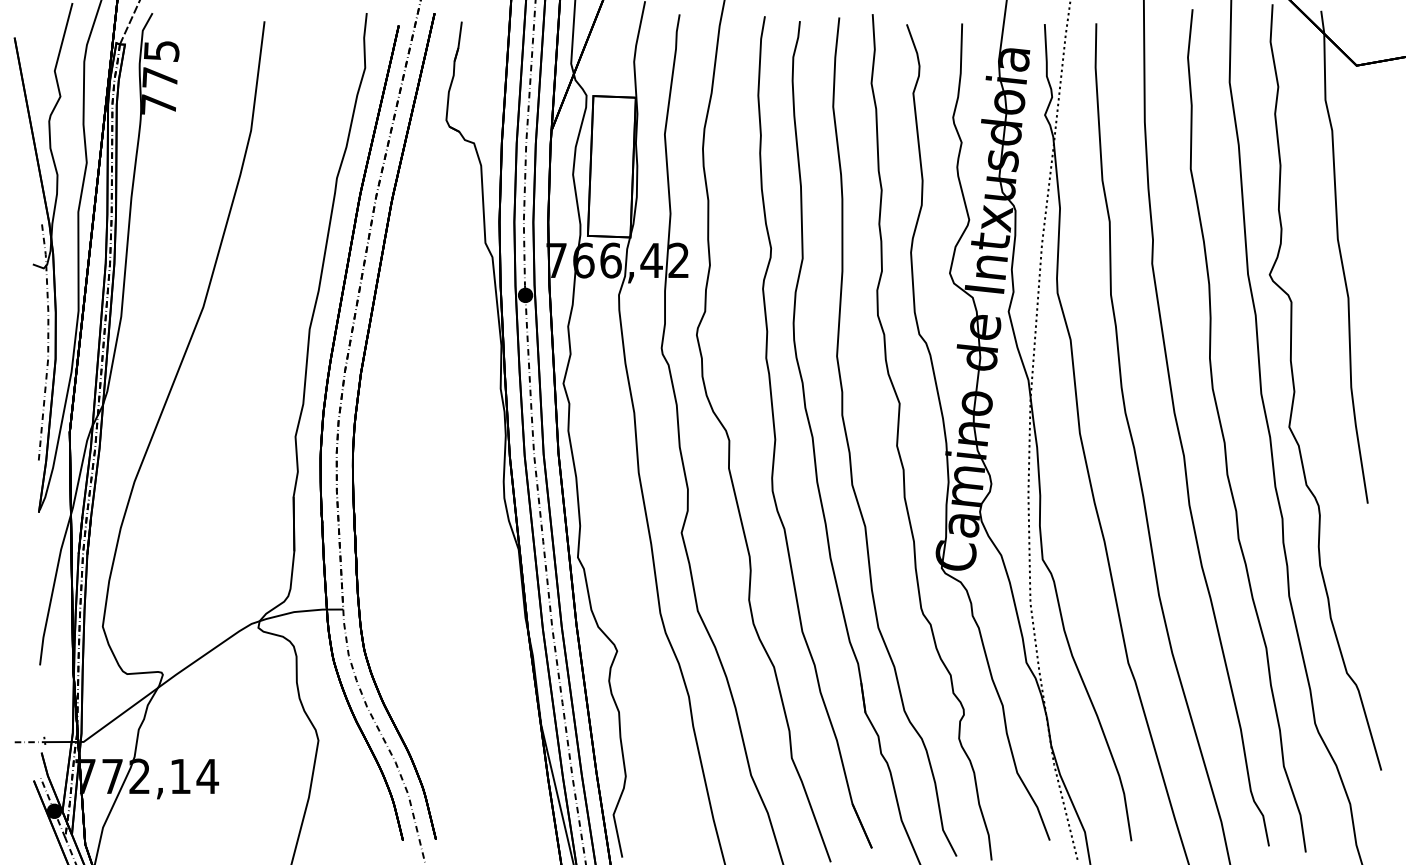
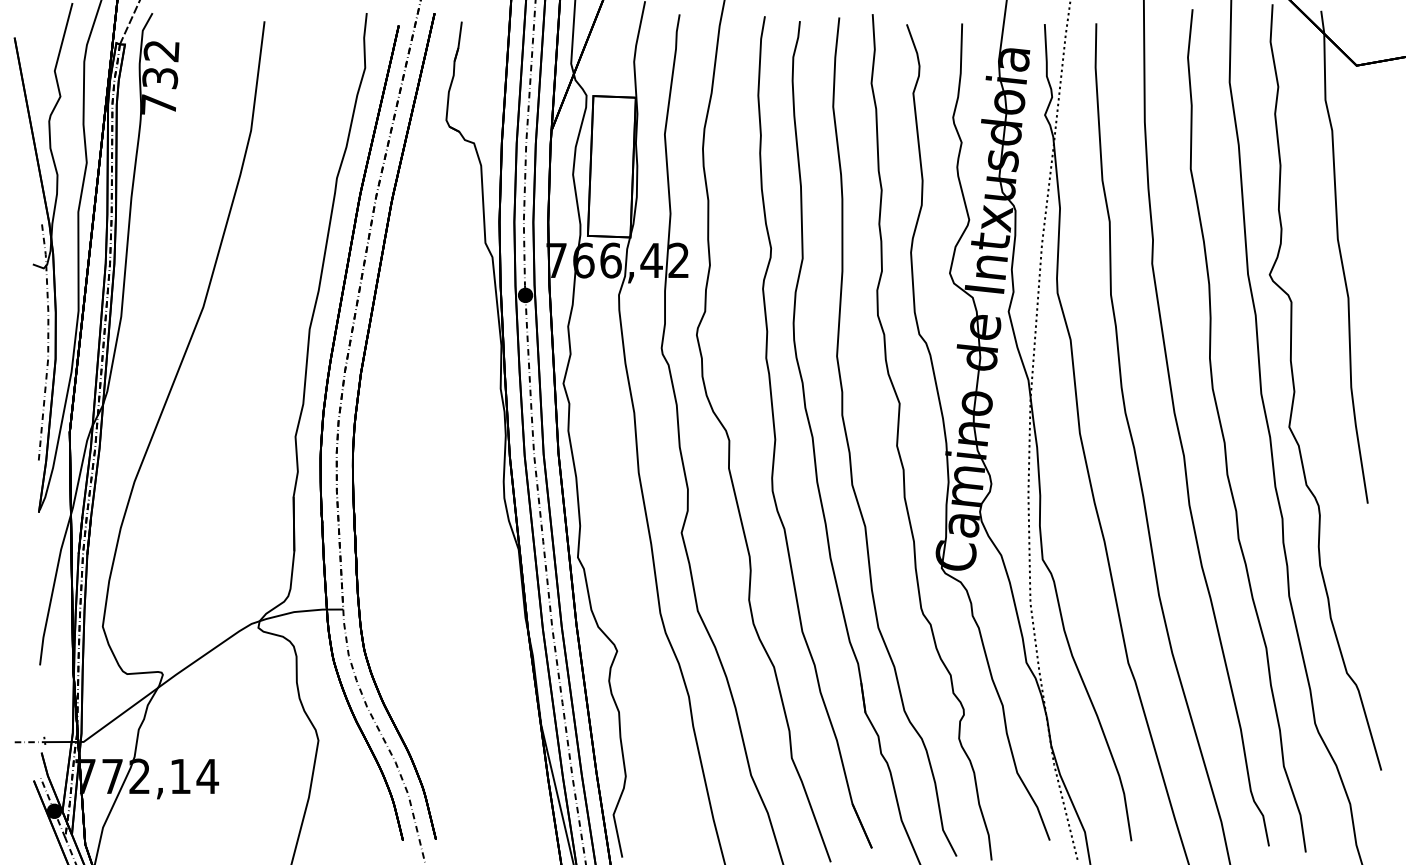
text at (160, 65): 775 -> 732
